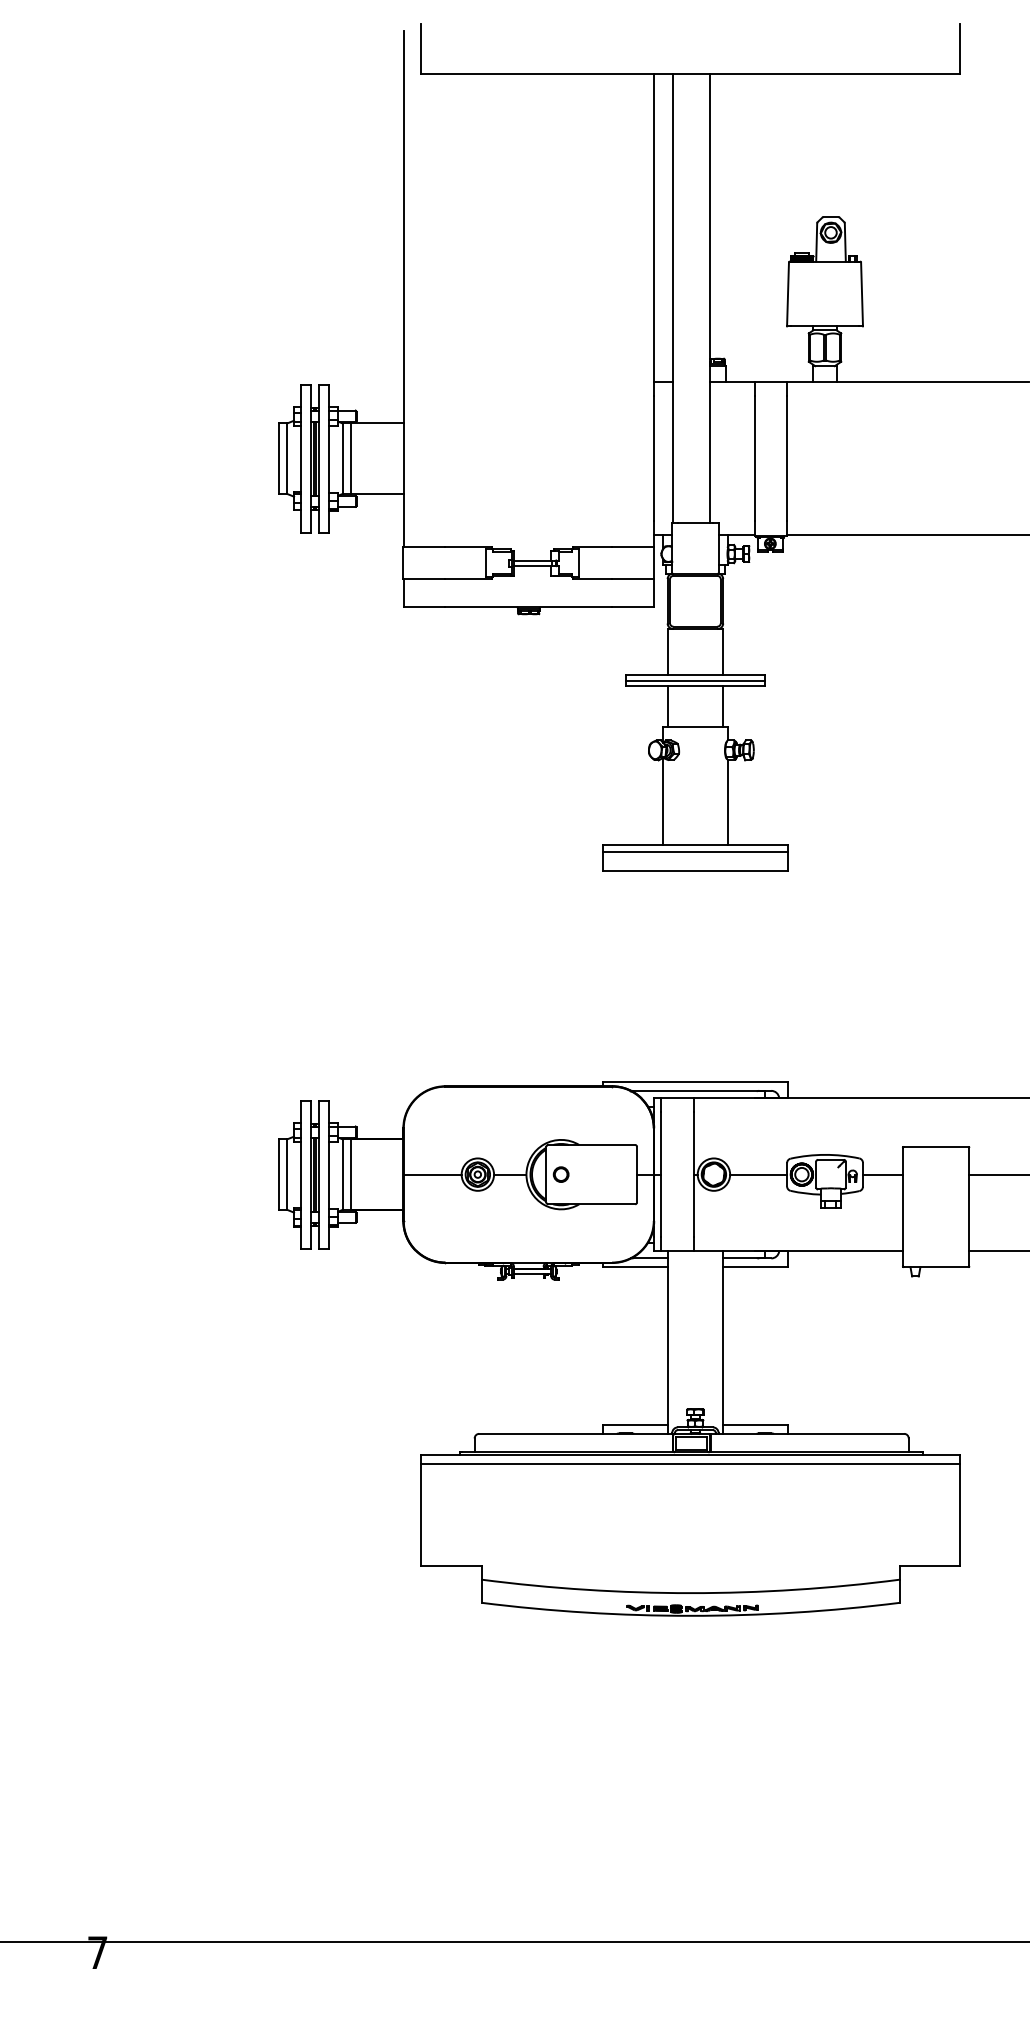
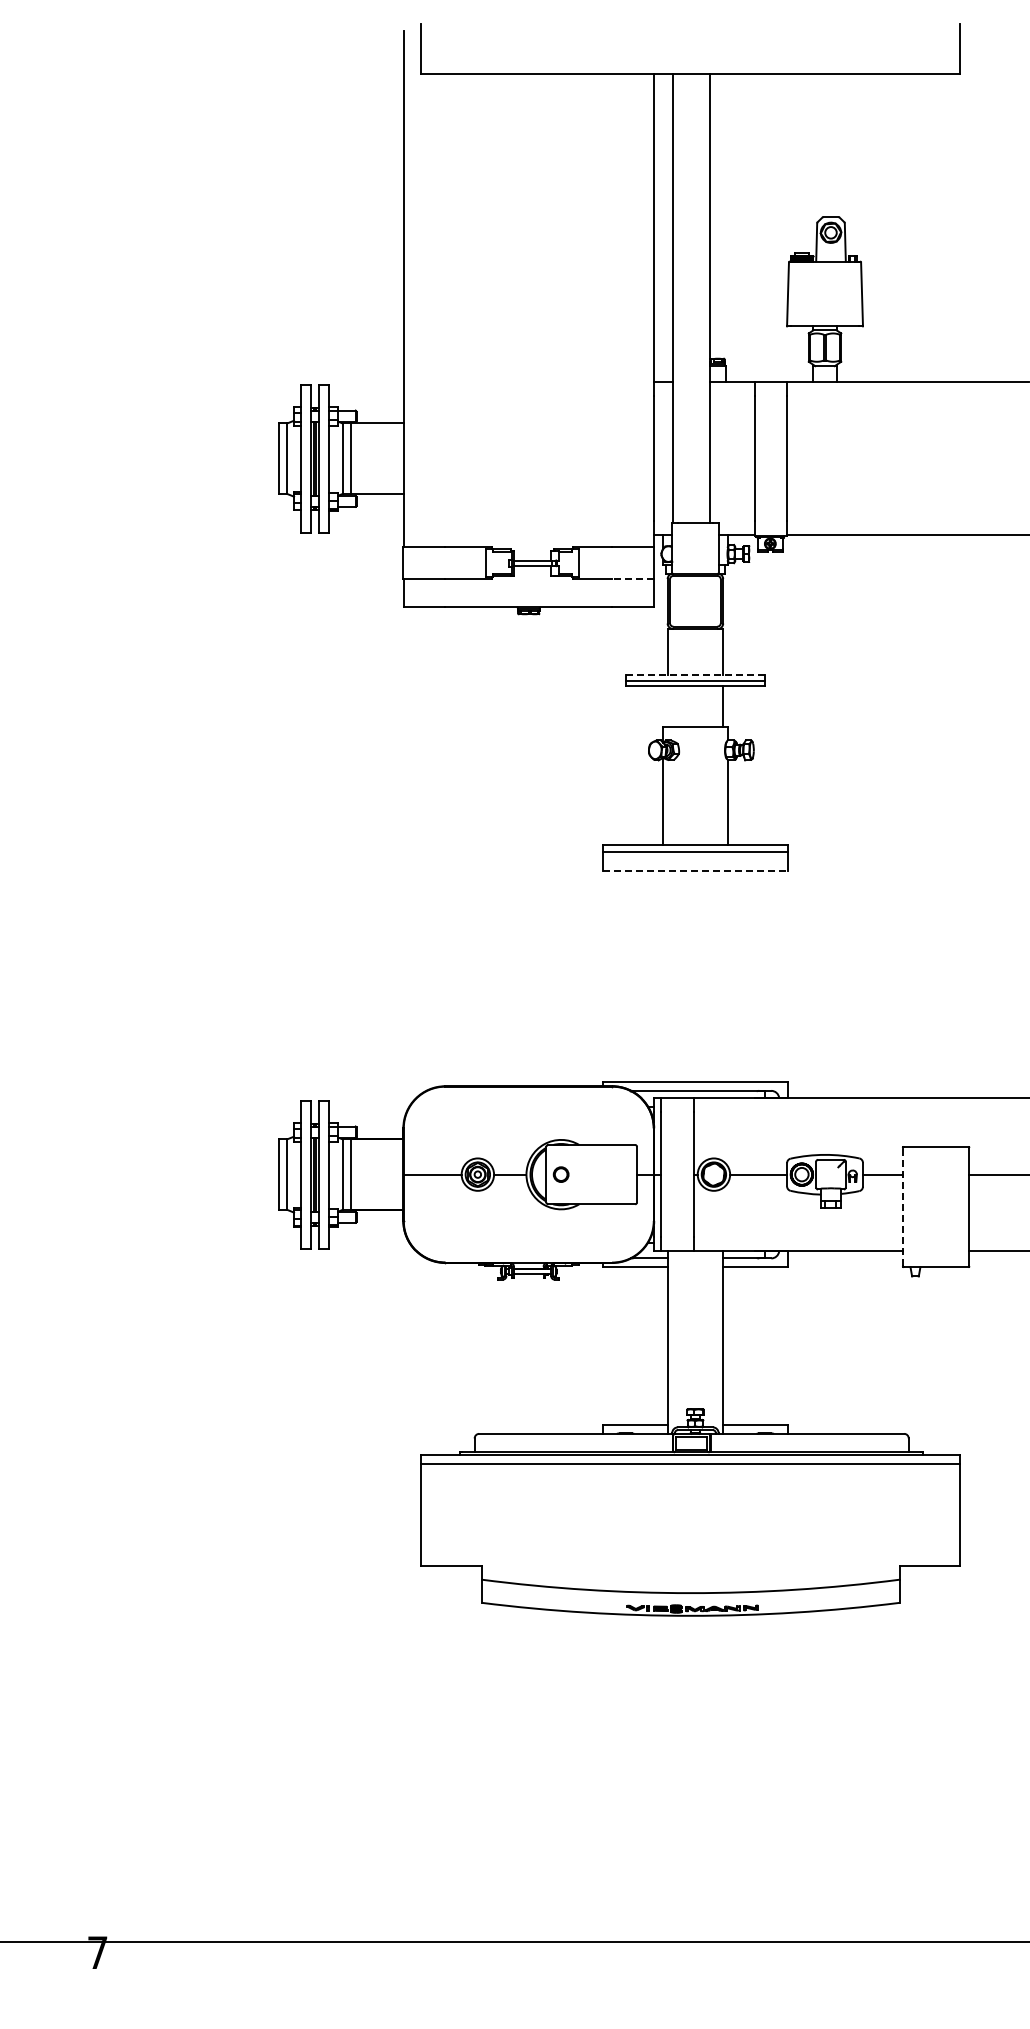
line at (632, 579): solid -> dashed
line at (694, 675): solid -> dashed
line at (667, 706): present -> none
line at (695, 870): solid -> dashed
line at (902, 1206): solid -> dashed
